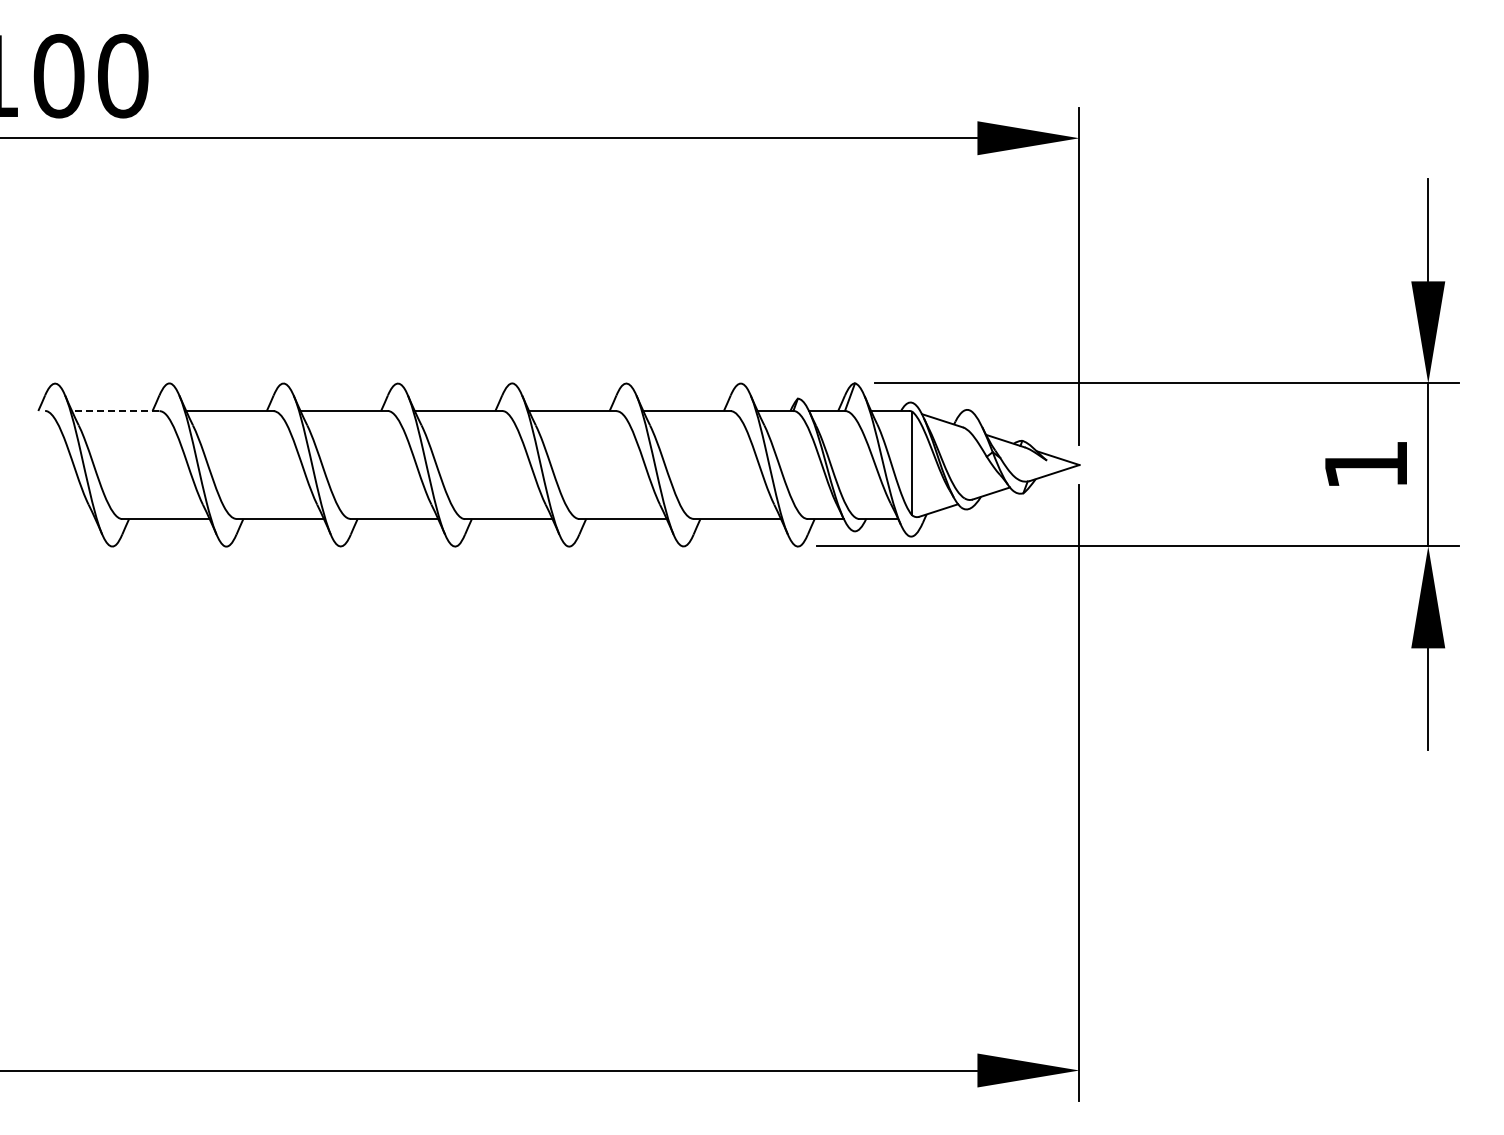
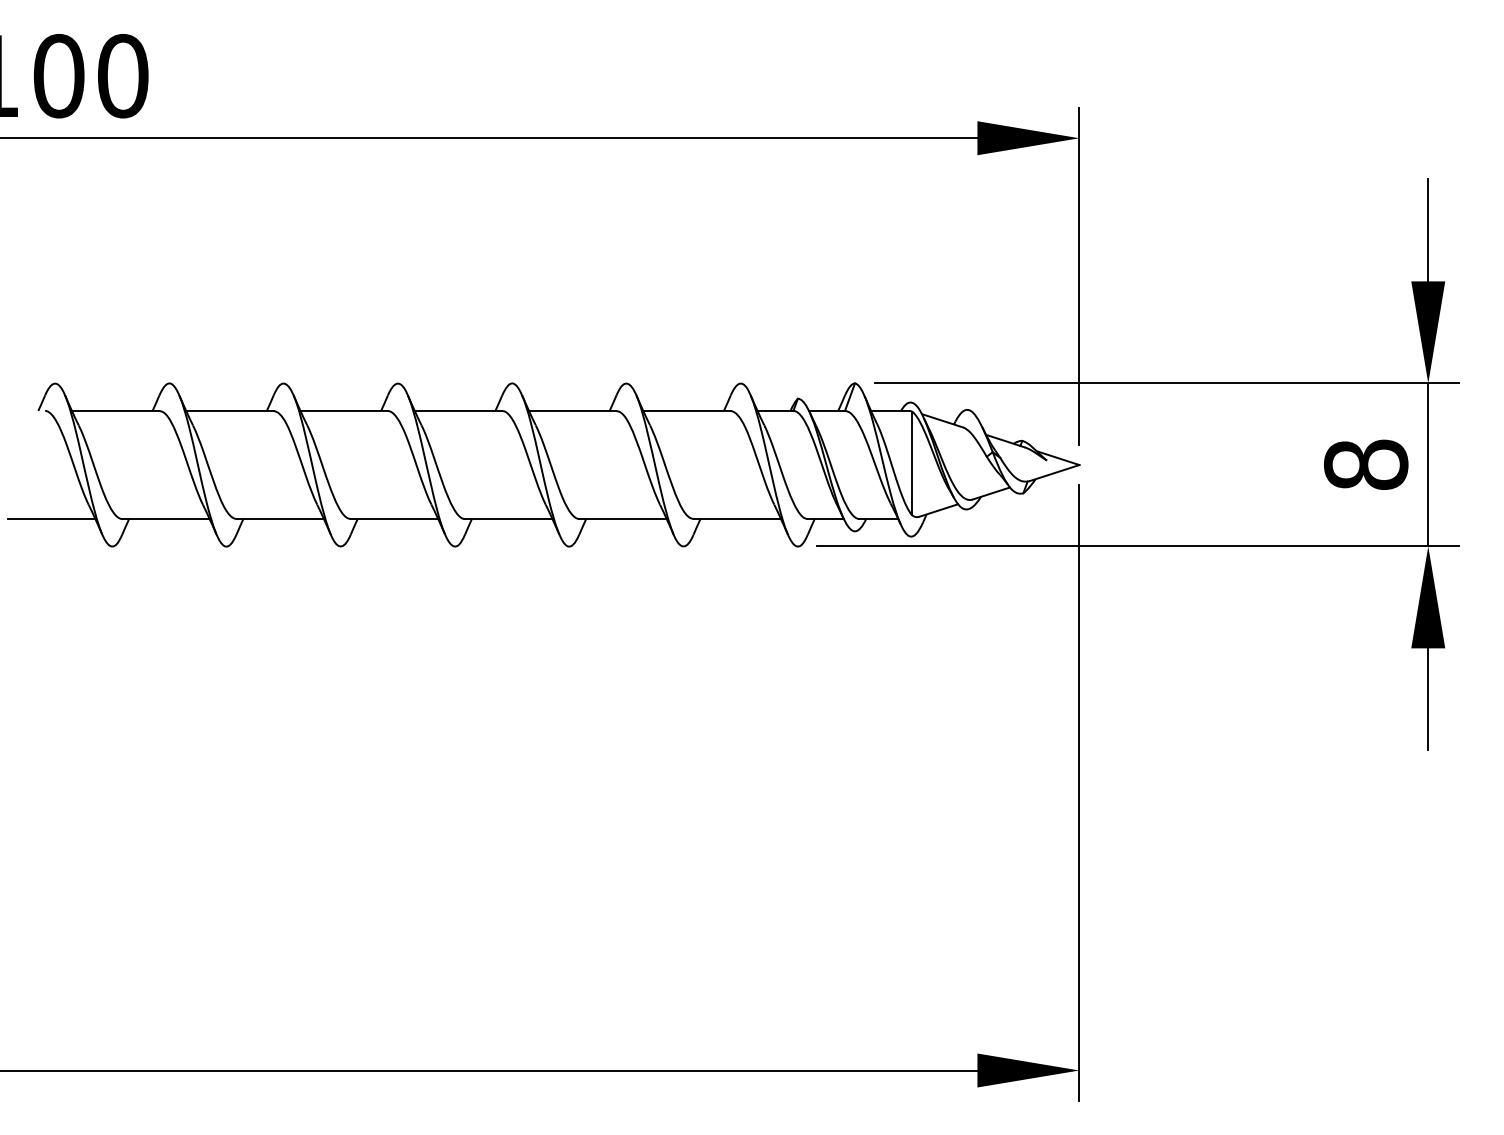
line at (115, 410): dashed -> solid
text at (1366, 464): 1 -> 8
line at (51, 519): none -> present
